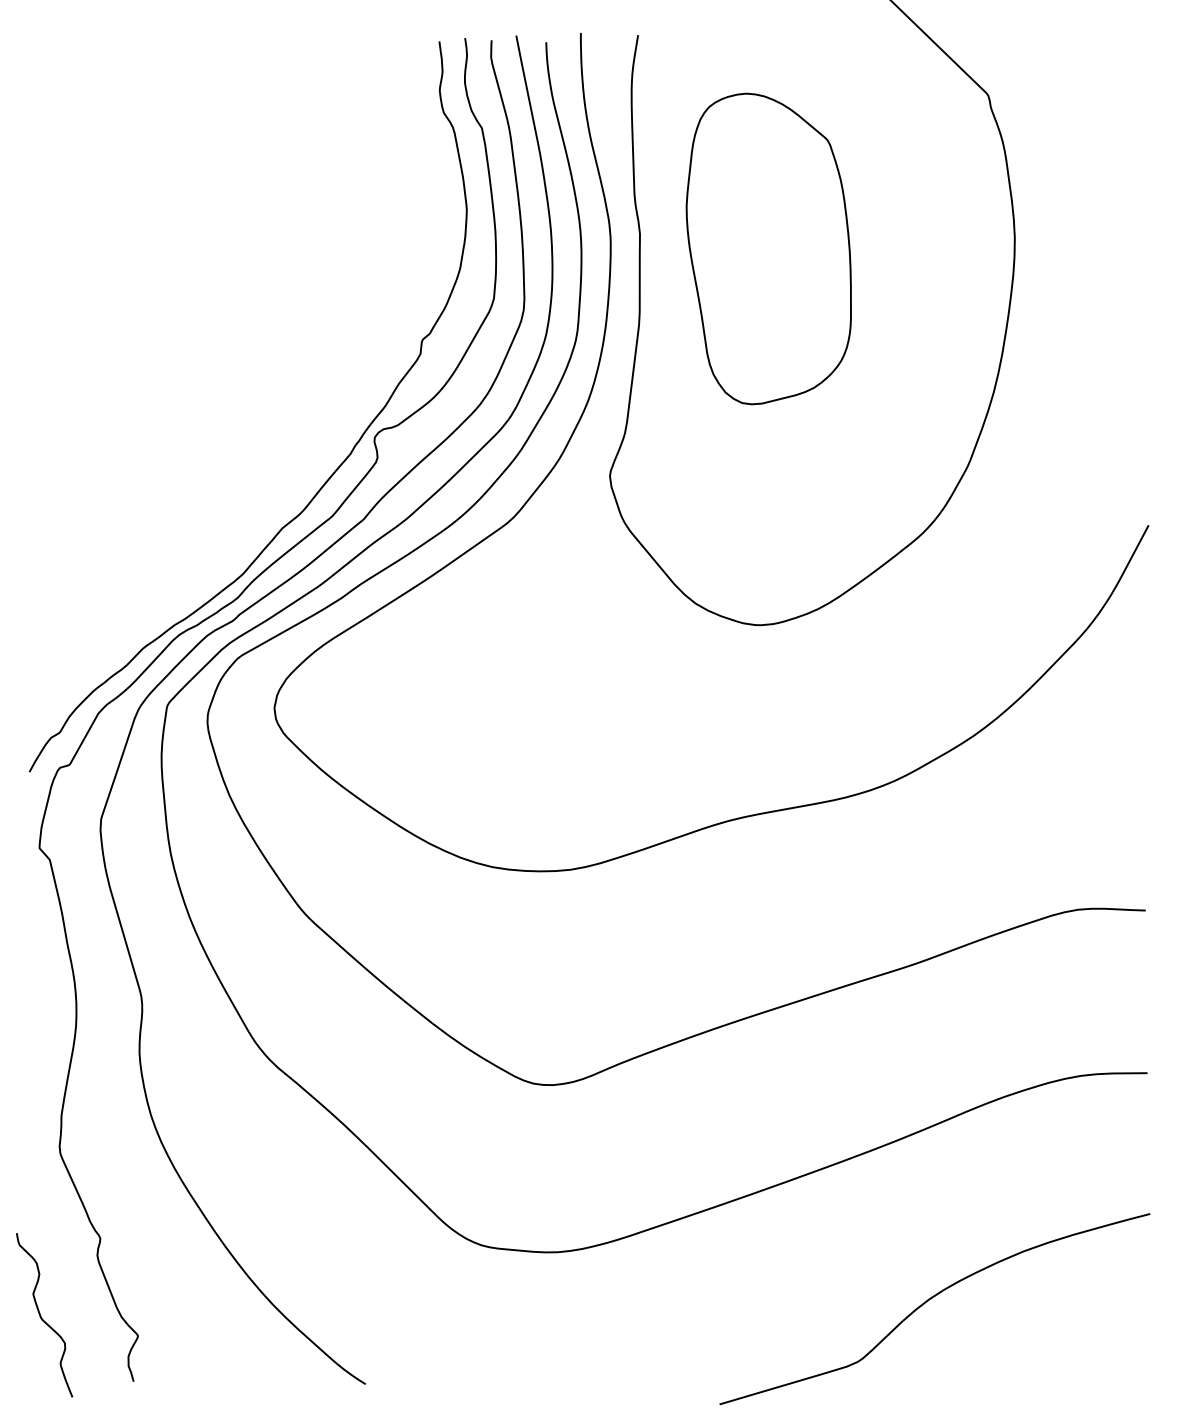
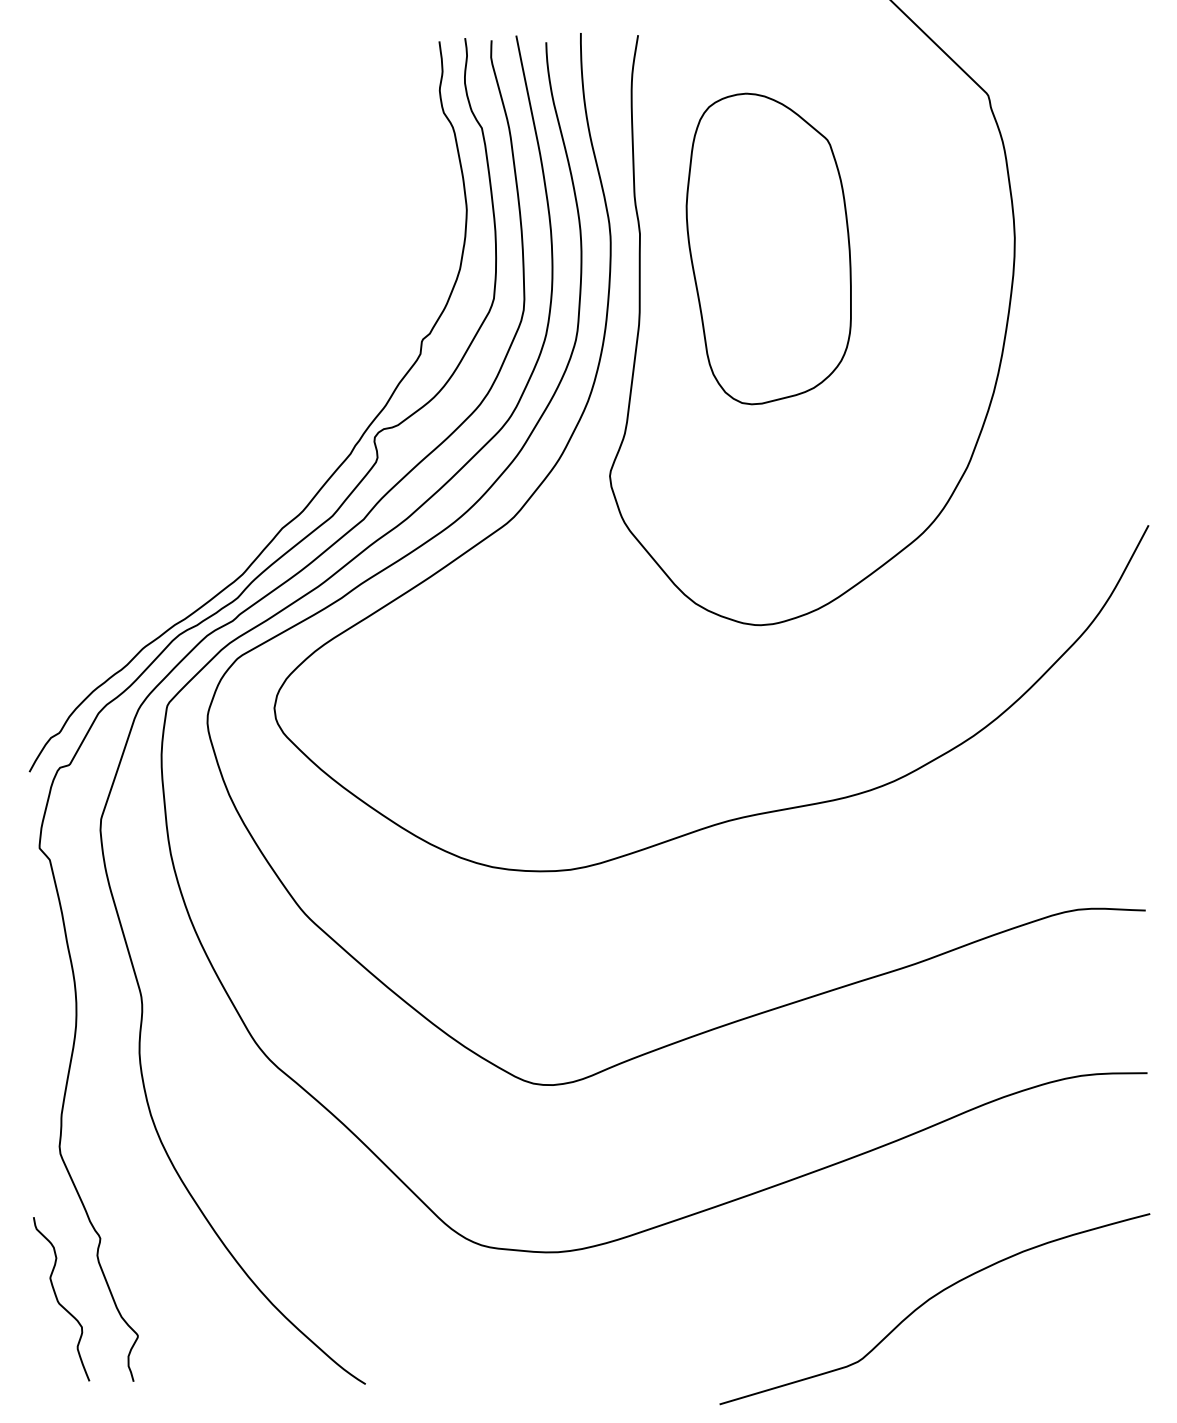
curve at (41, 1315) position: (41, 1315) -> (58, 1299)
